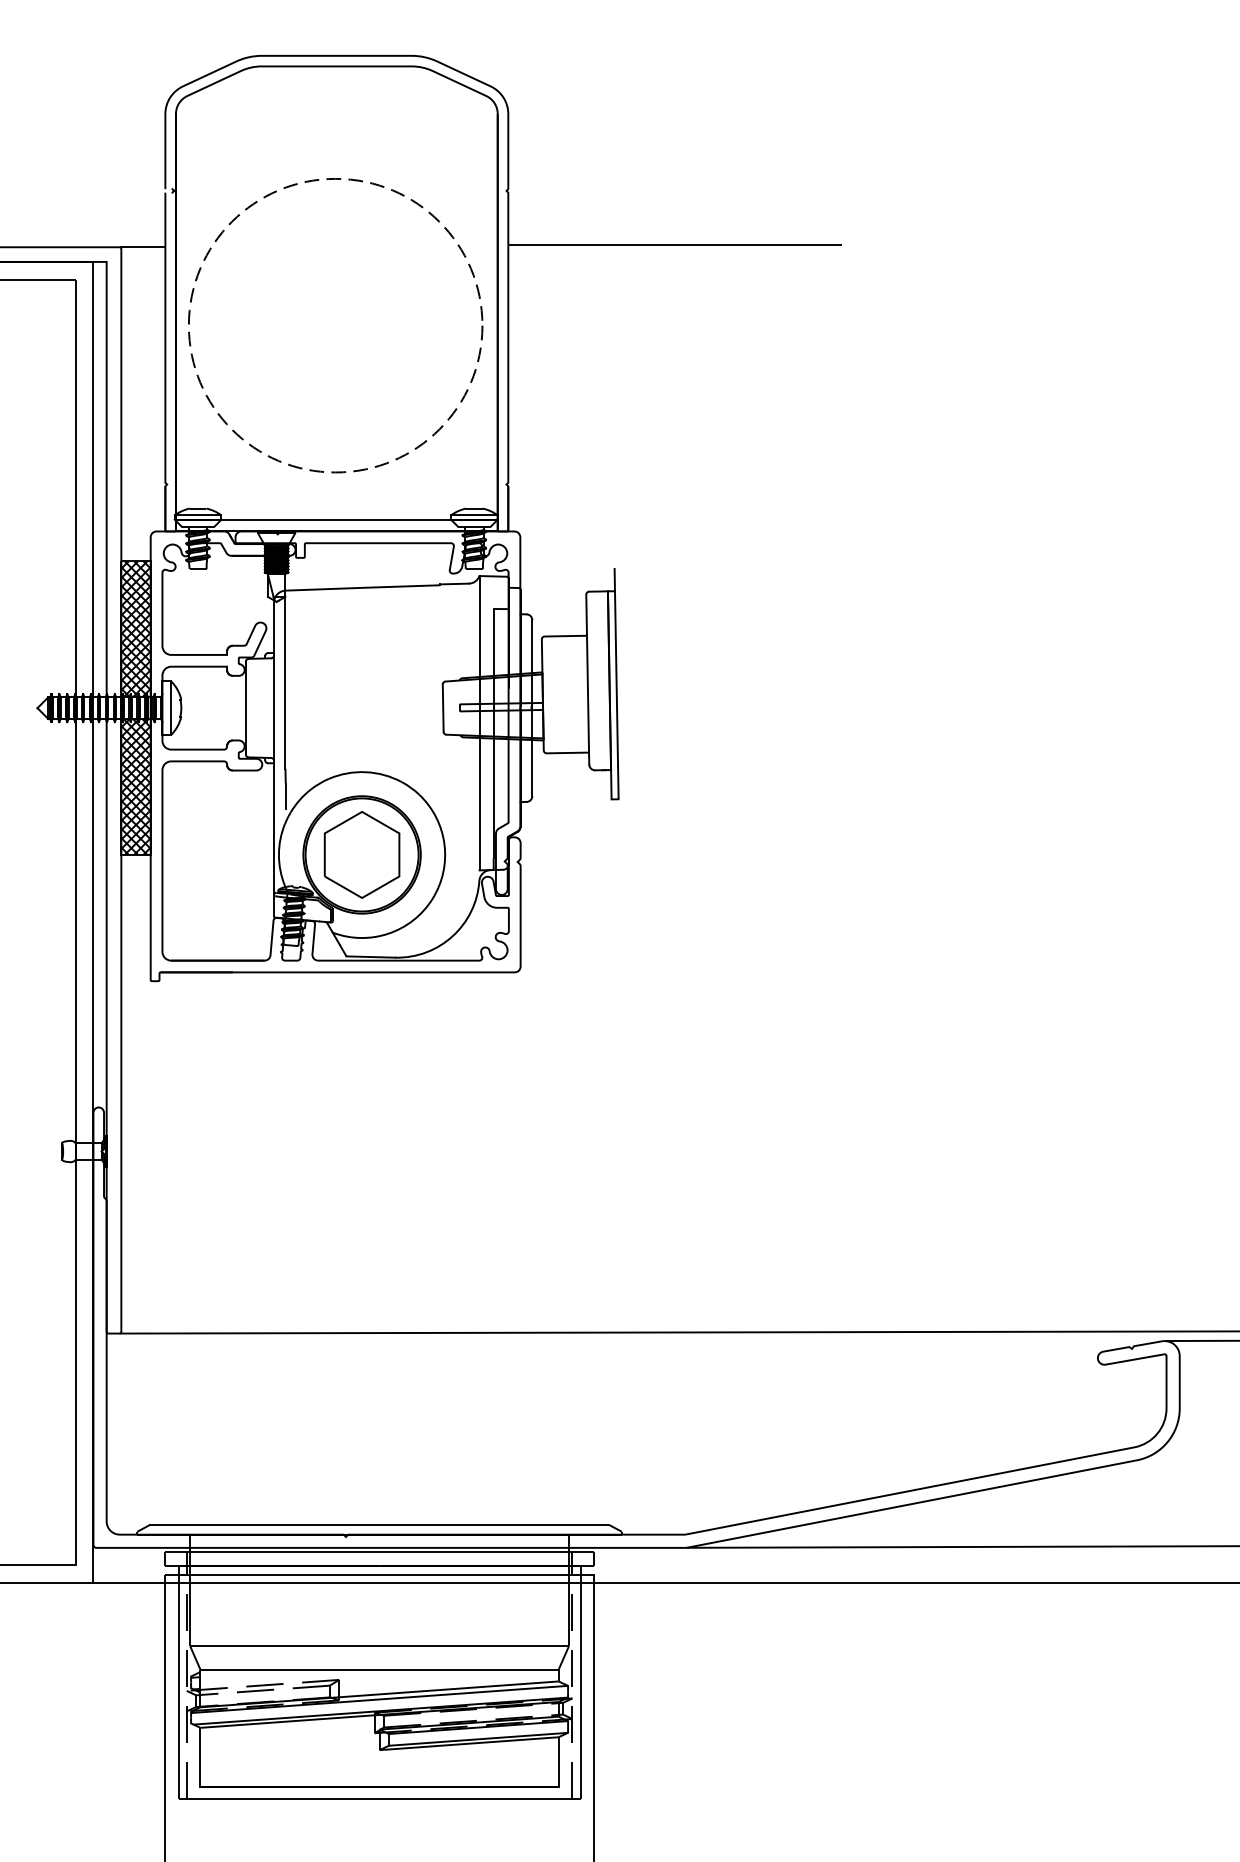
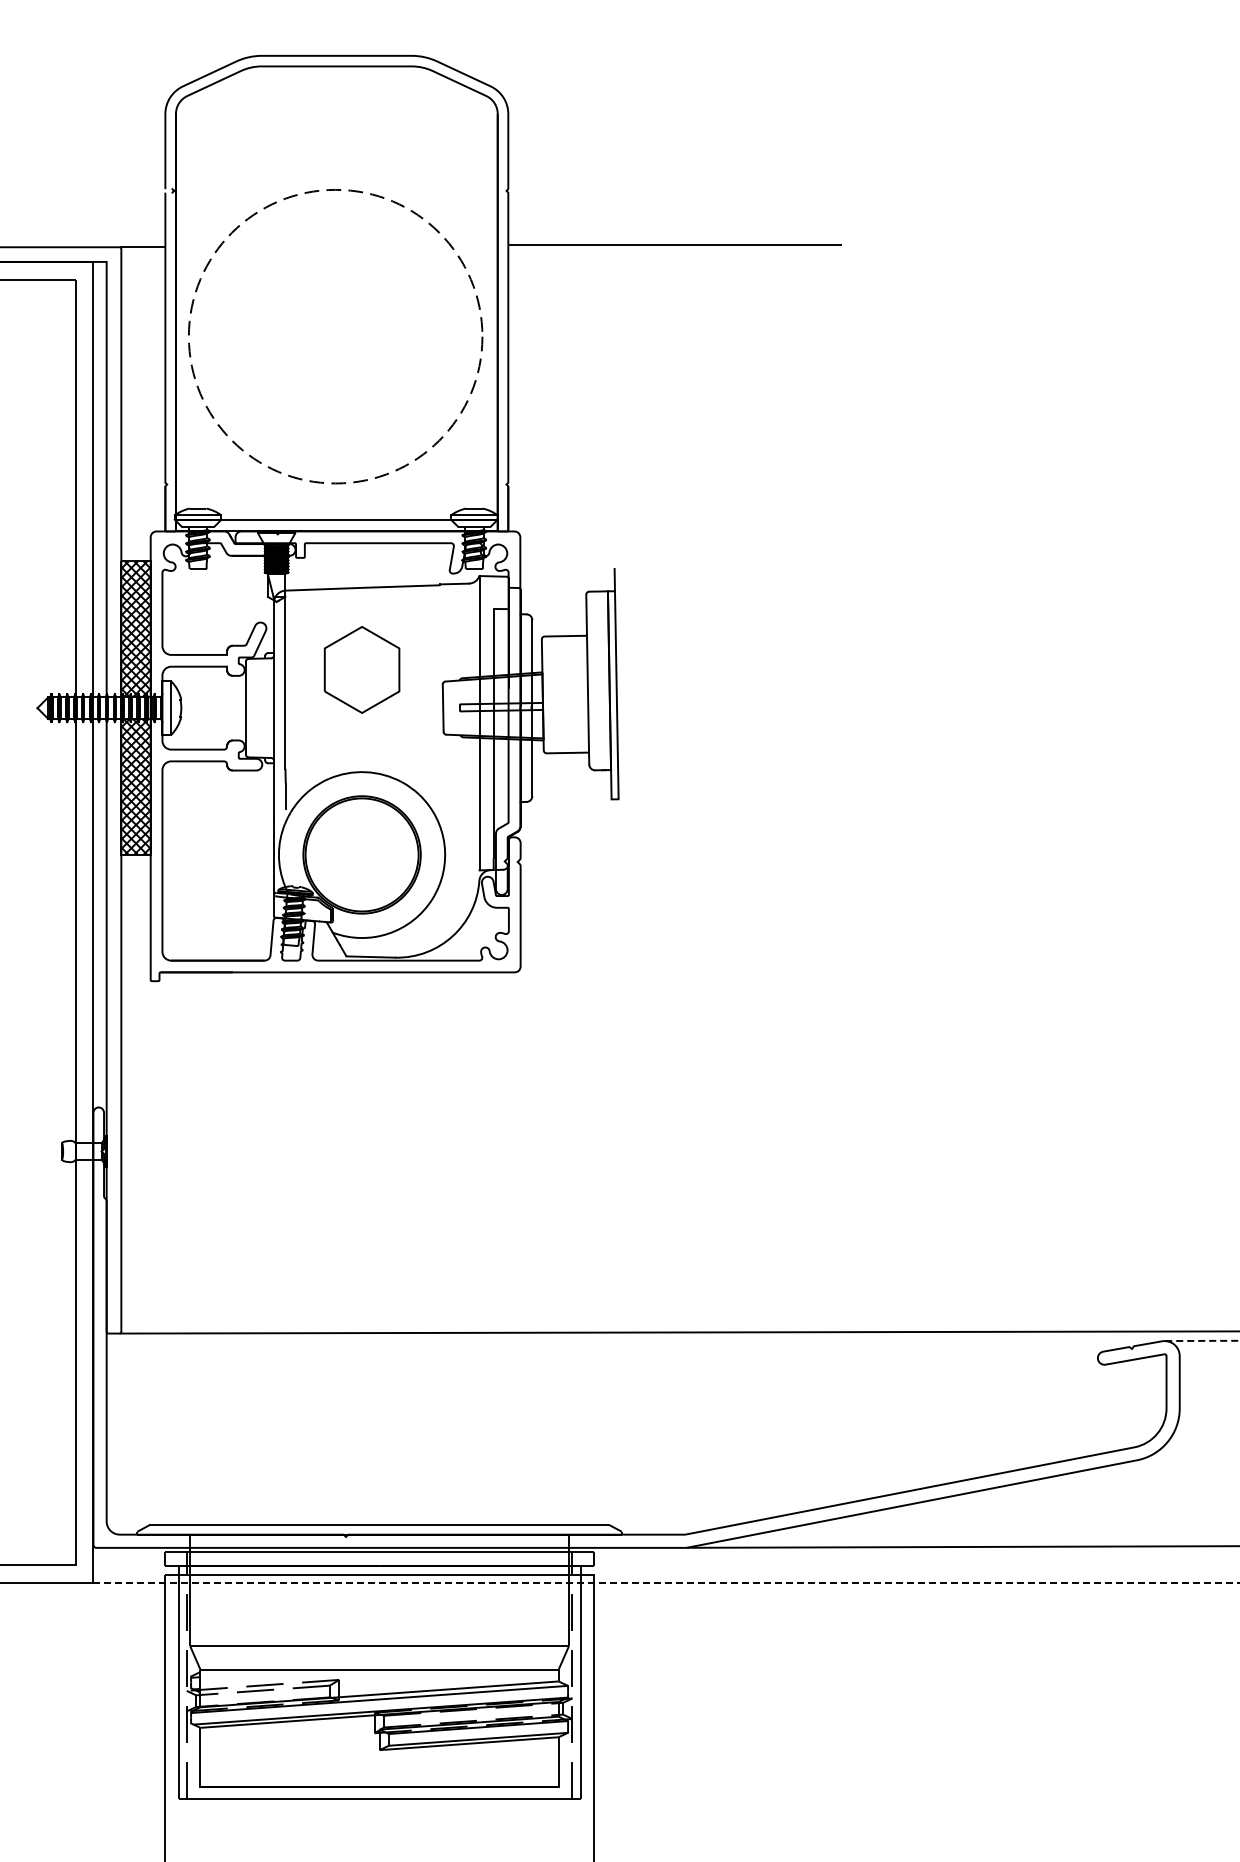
circle at (335, 325) position: (335, 325) -> (335, 336)
part at (361, 854) position: (361, 854) -> (361, 669)
line at (1202, 1340): solid -> dashed
line at (666, 1583): solid -> dashed
